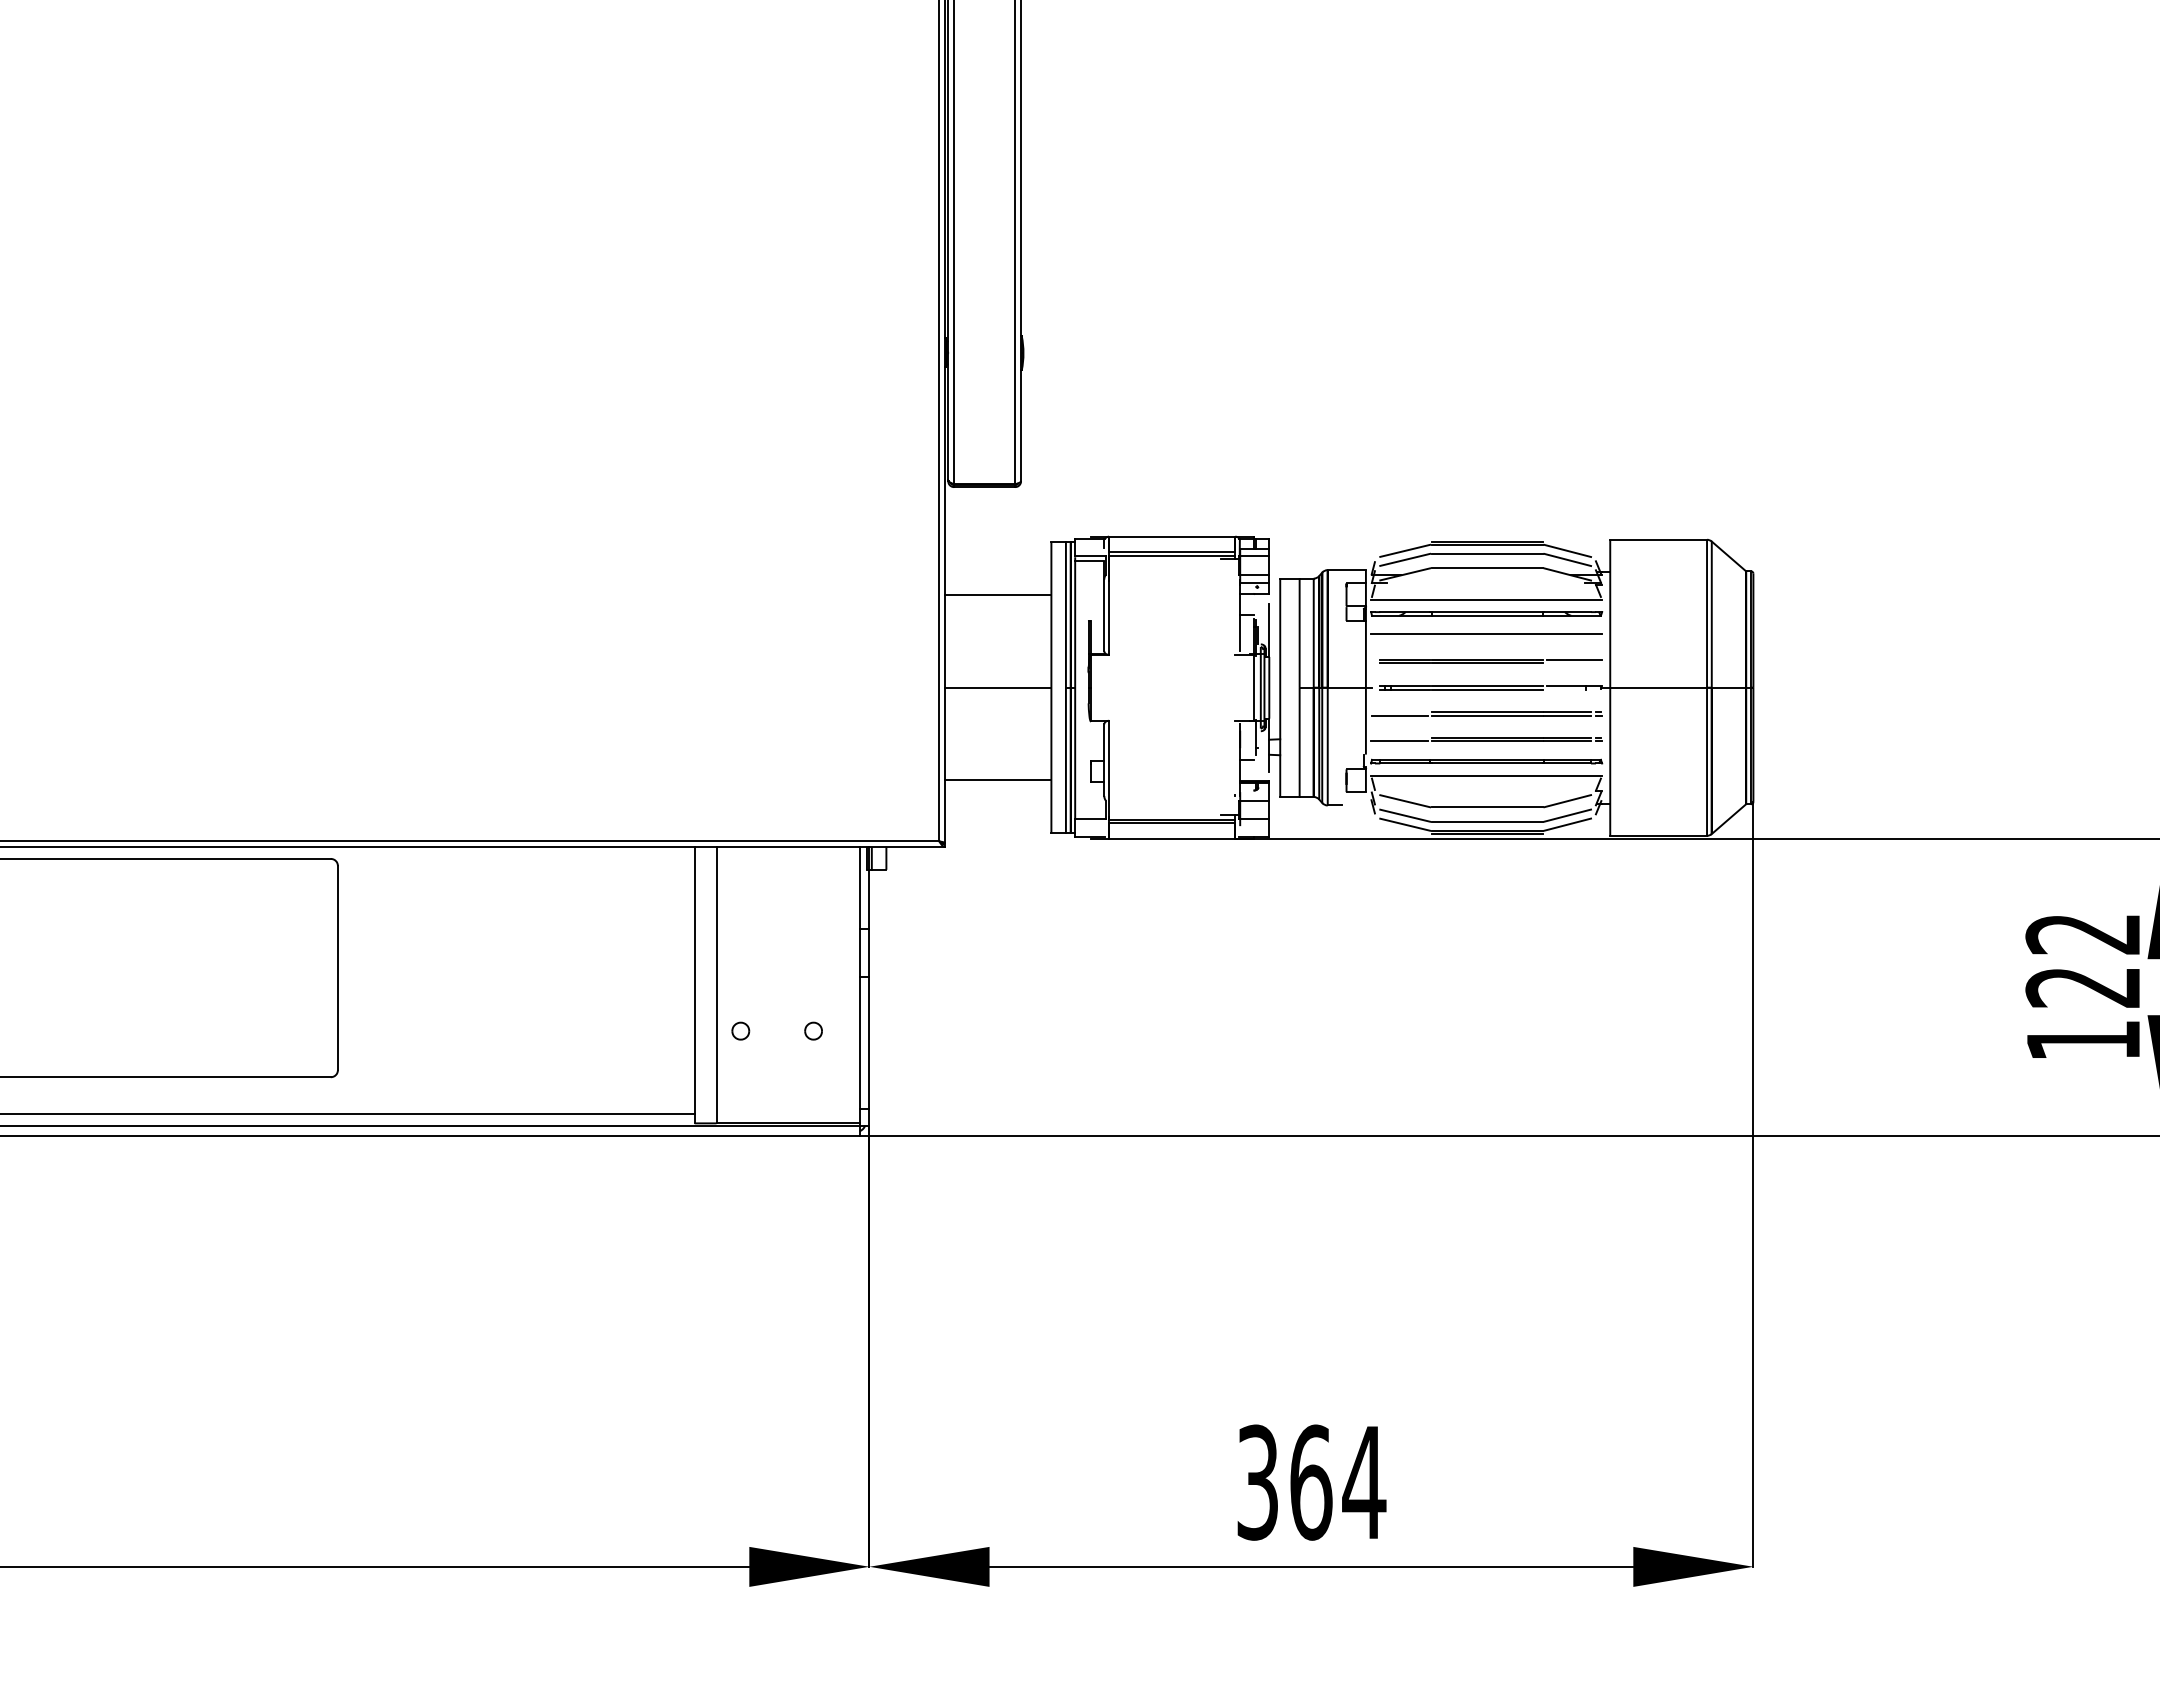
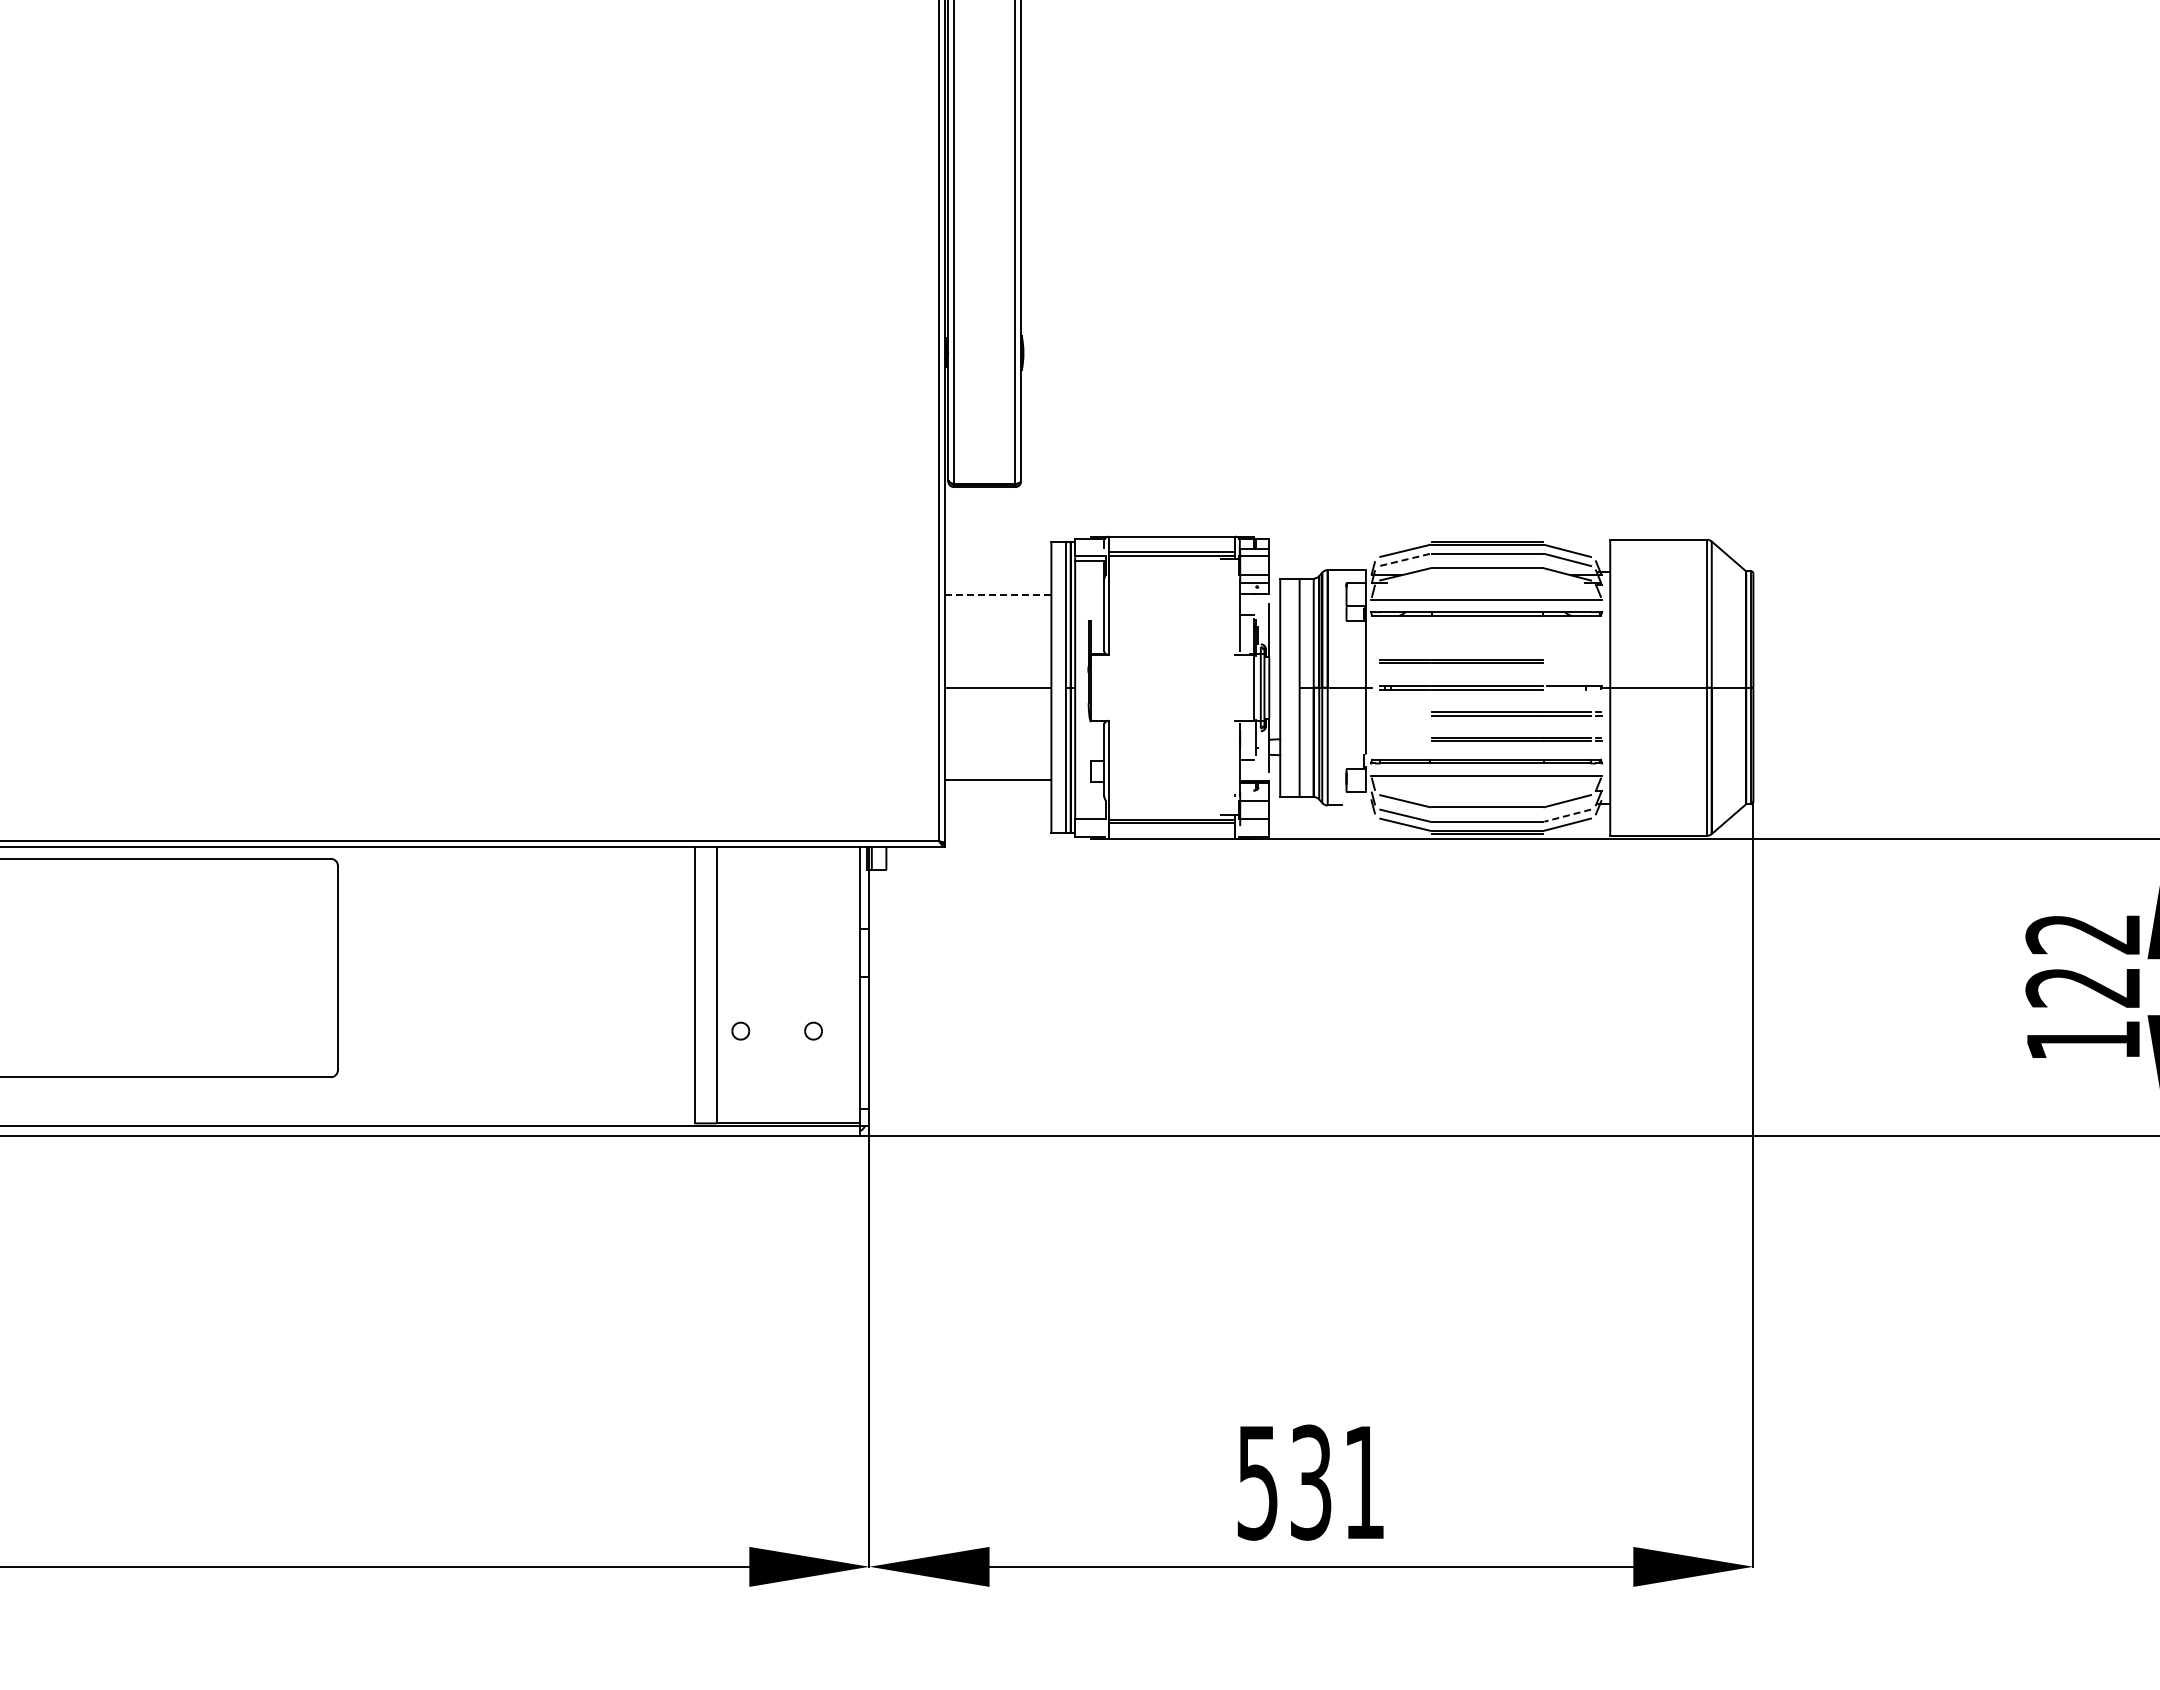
line at (1405, 559): solid -> dashed
line at (997, 595): solid -> dashed
line at (1486, 634): present -> none
line at (1573, 659): present -> none
line at (1399, 716): present -> none
line at (1399, 741): present -> none
line at (1567, 815): solid -> dashed
line at (348, 1113): present -> none
text at (1312, 1482): 364 -> 531
